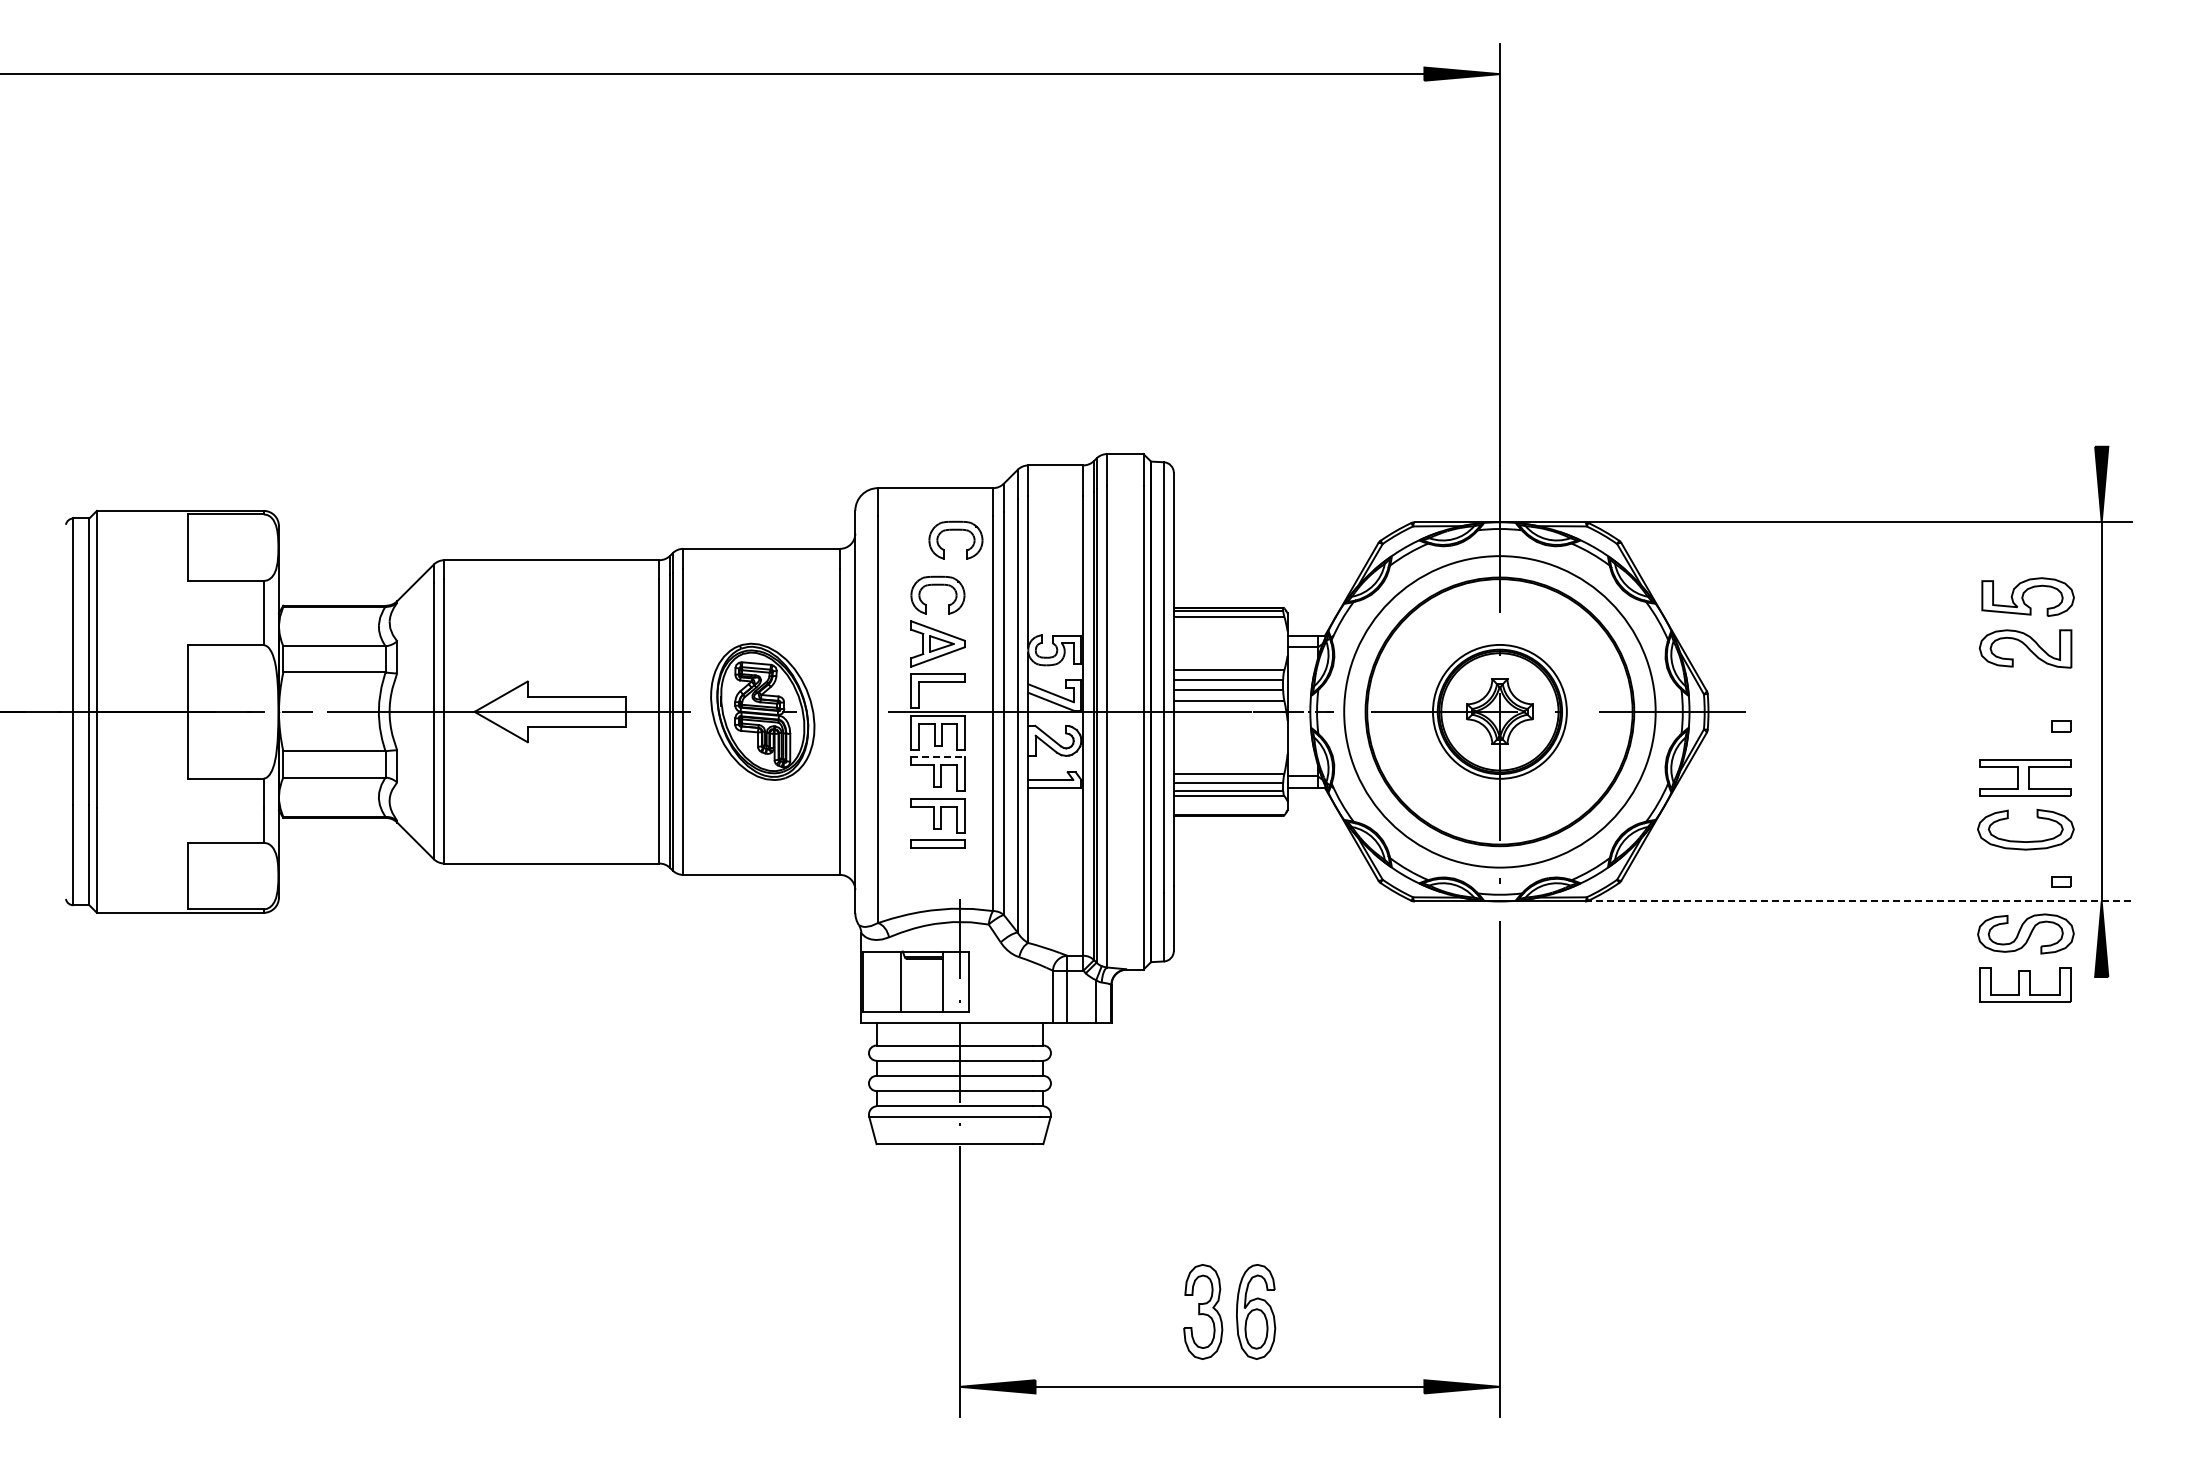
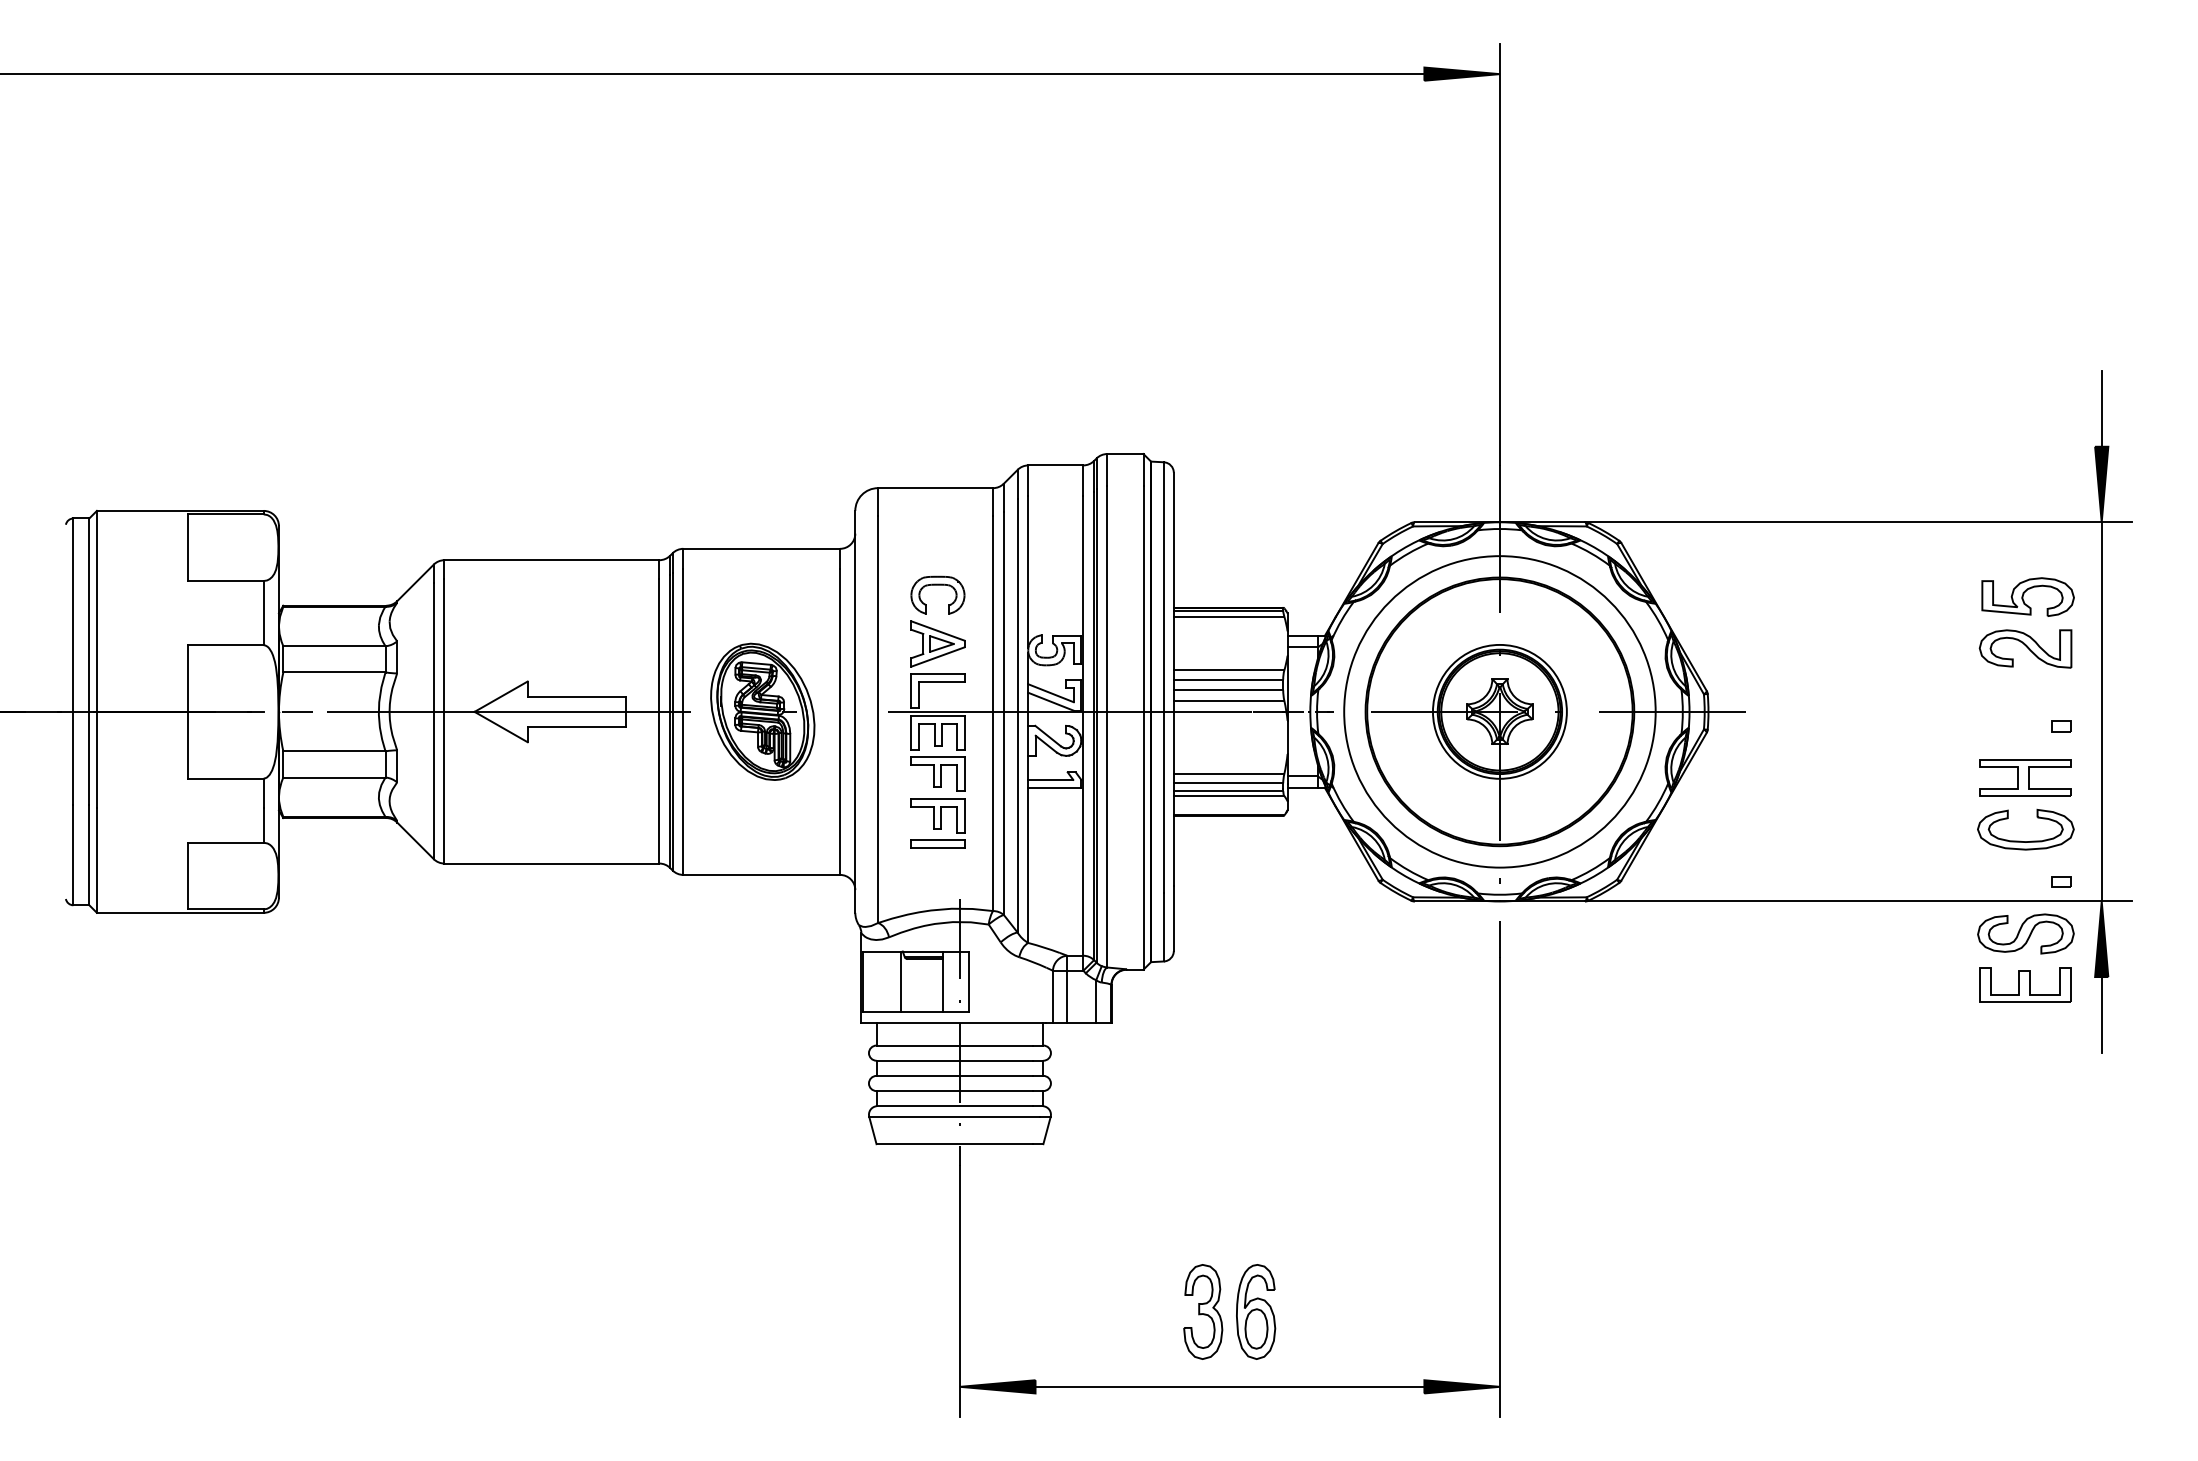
line at (2101, 408): none -> present
part at (955, 530): present -> none
line at (937, 757): dashed -> solid
line at (1859, 901): dashed -> solid
line at (2101, 1015): none -> present
